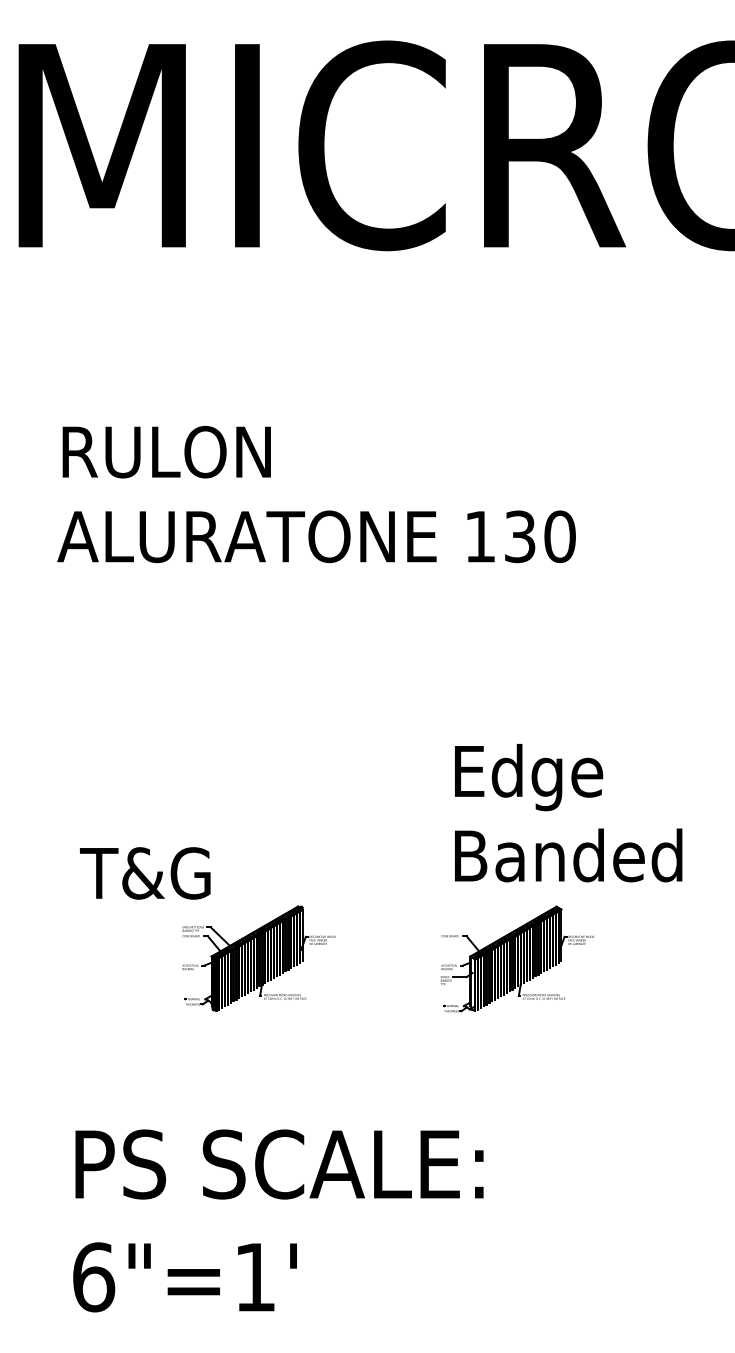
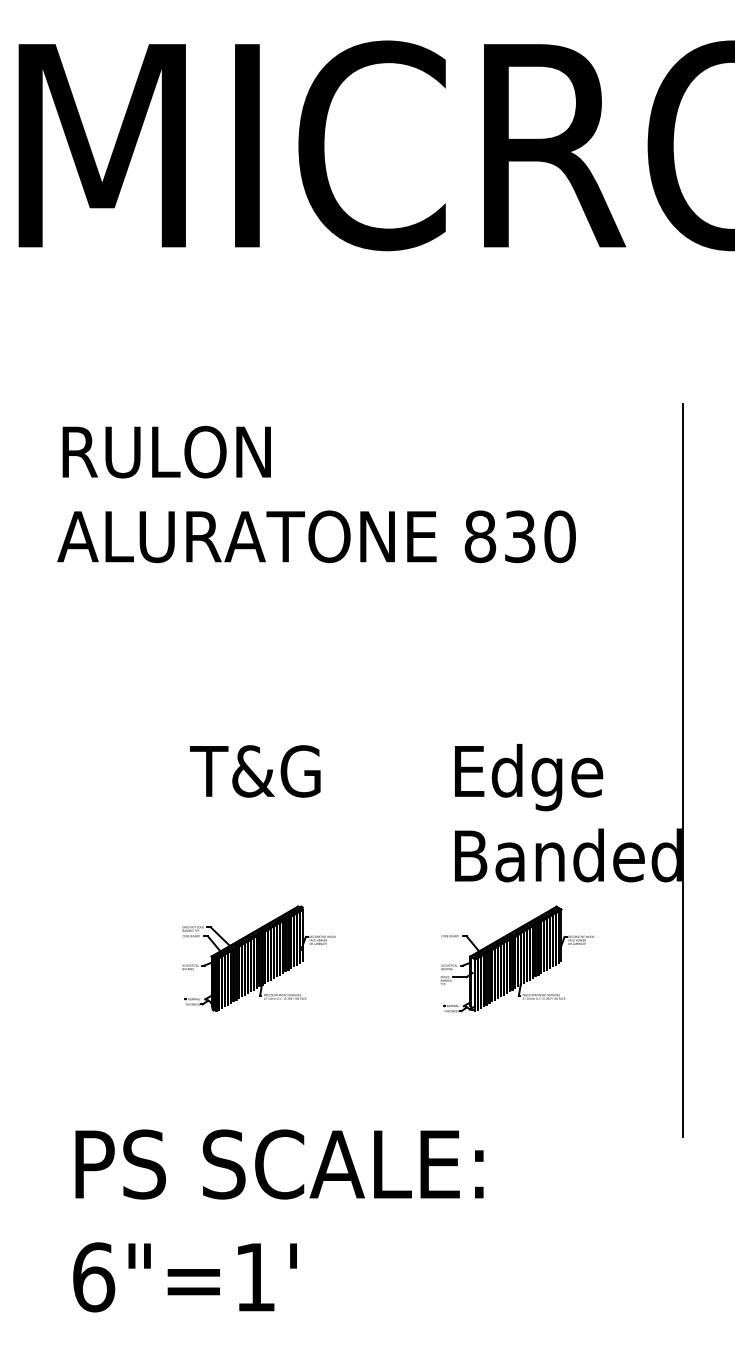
text at (480, 536): 130 -> 830
line at (683, 769): none -> present
text at (145, 873) position: (145, 873) -> (255, 771)
